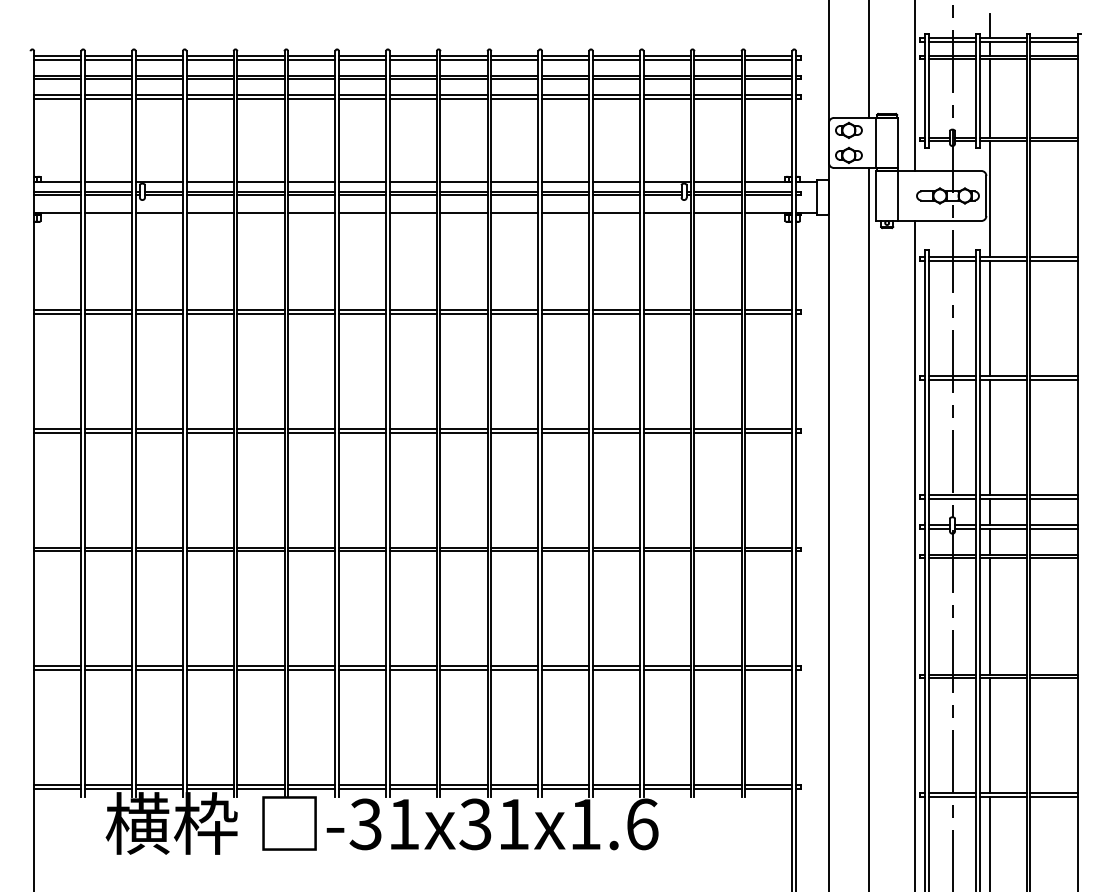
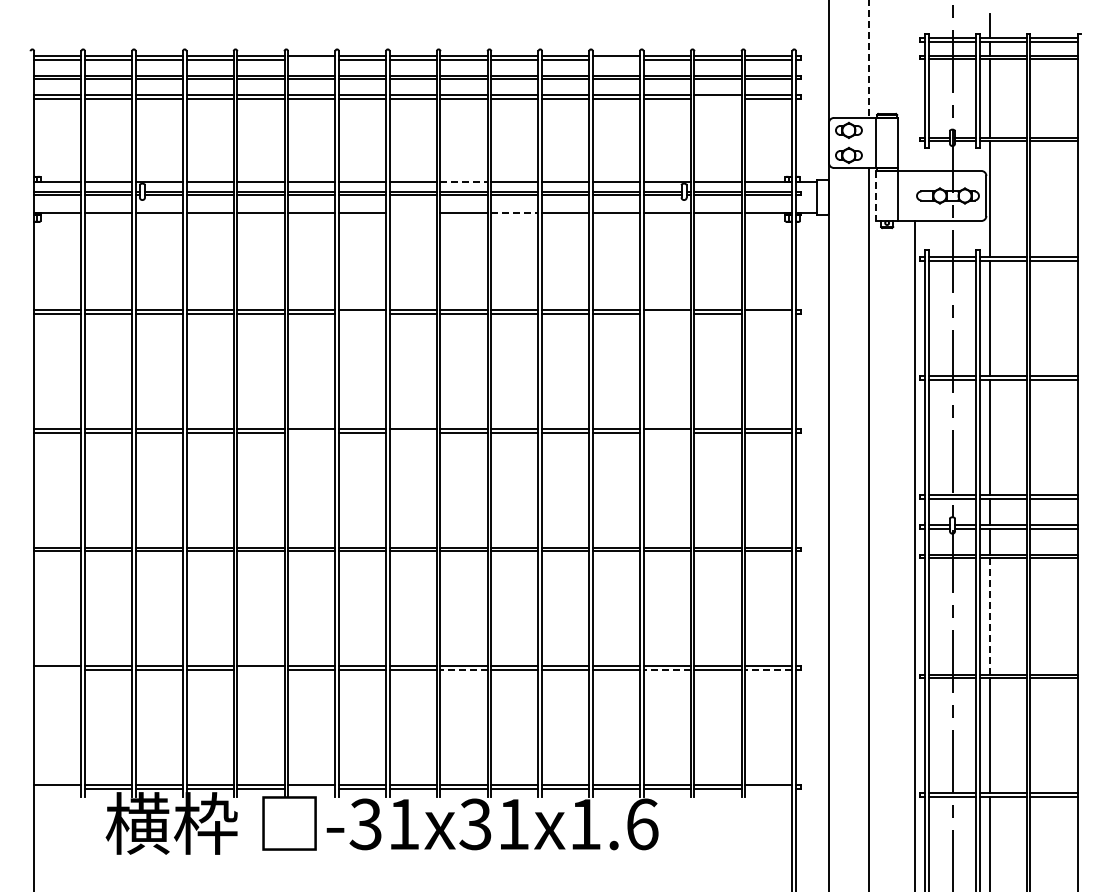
line at (311, 59): present -> none
line at (616, 59): present -> none
line at (868, 59): solid -> dashed
line at (914, 86): present -> none
line at (717, 98): present -> none
line at (464, 181): solid -> dashed
line at (876, 196): solid -> dashed
line at (412, 212): present -> none
line at (514, 212): solid -> dashed
line at (362, 313): present -> none
line at (666, 313): present -> none
line at (768, 313): present -> none
line at (311, 432): present -> none
line at (412, 432): present -> none
line at (666, 432): present -> none
line at (990, 617): solid -> dashed
line at (57, 670): present -> none
line at (260, 670): present -> none
line at (464, 670): solid -> dashed
line at (667, 670): solid -> dashed
line at (768, 670): solid -> dashed
line at (57, 788): present -> none
line at (311, 788): present -> none
line at (768, 788): present -> none
